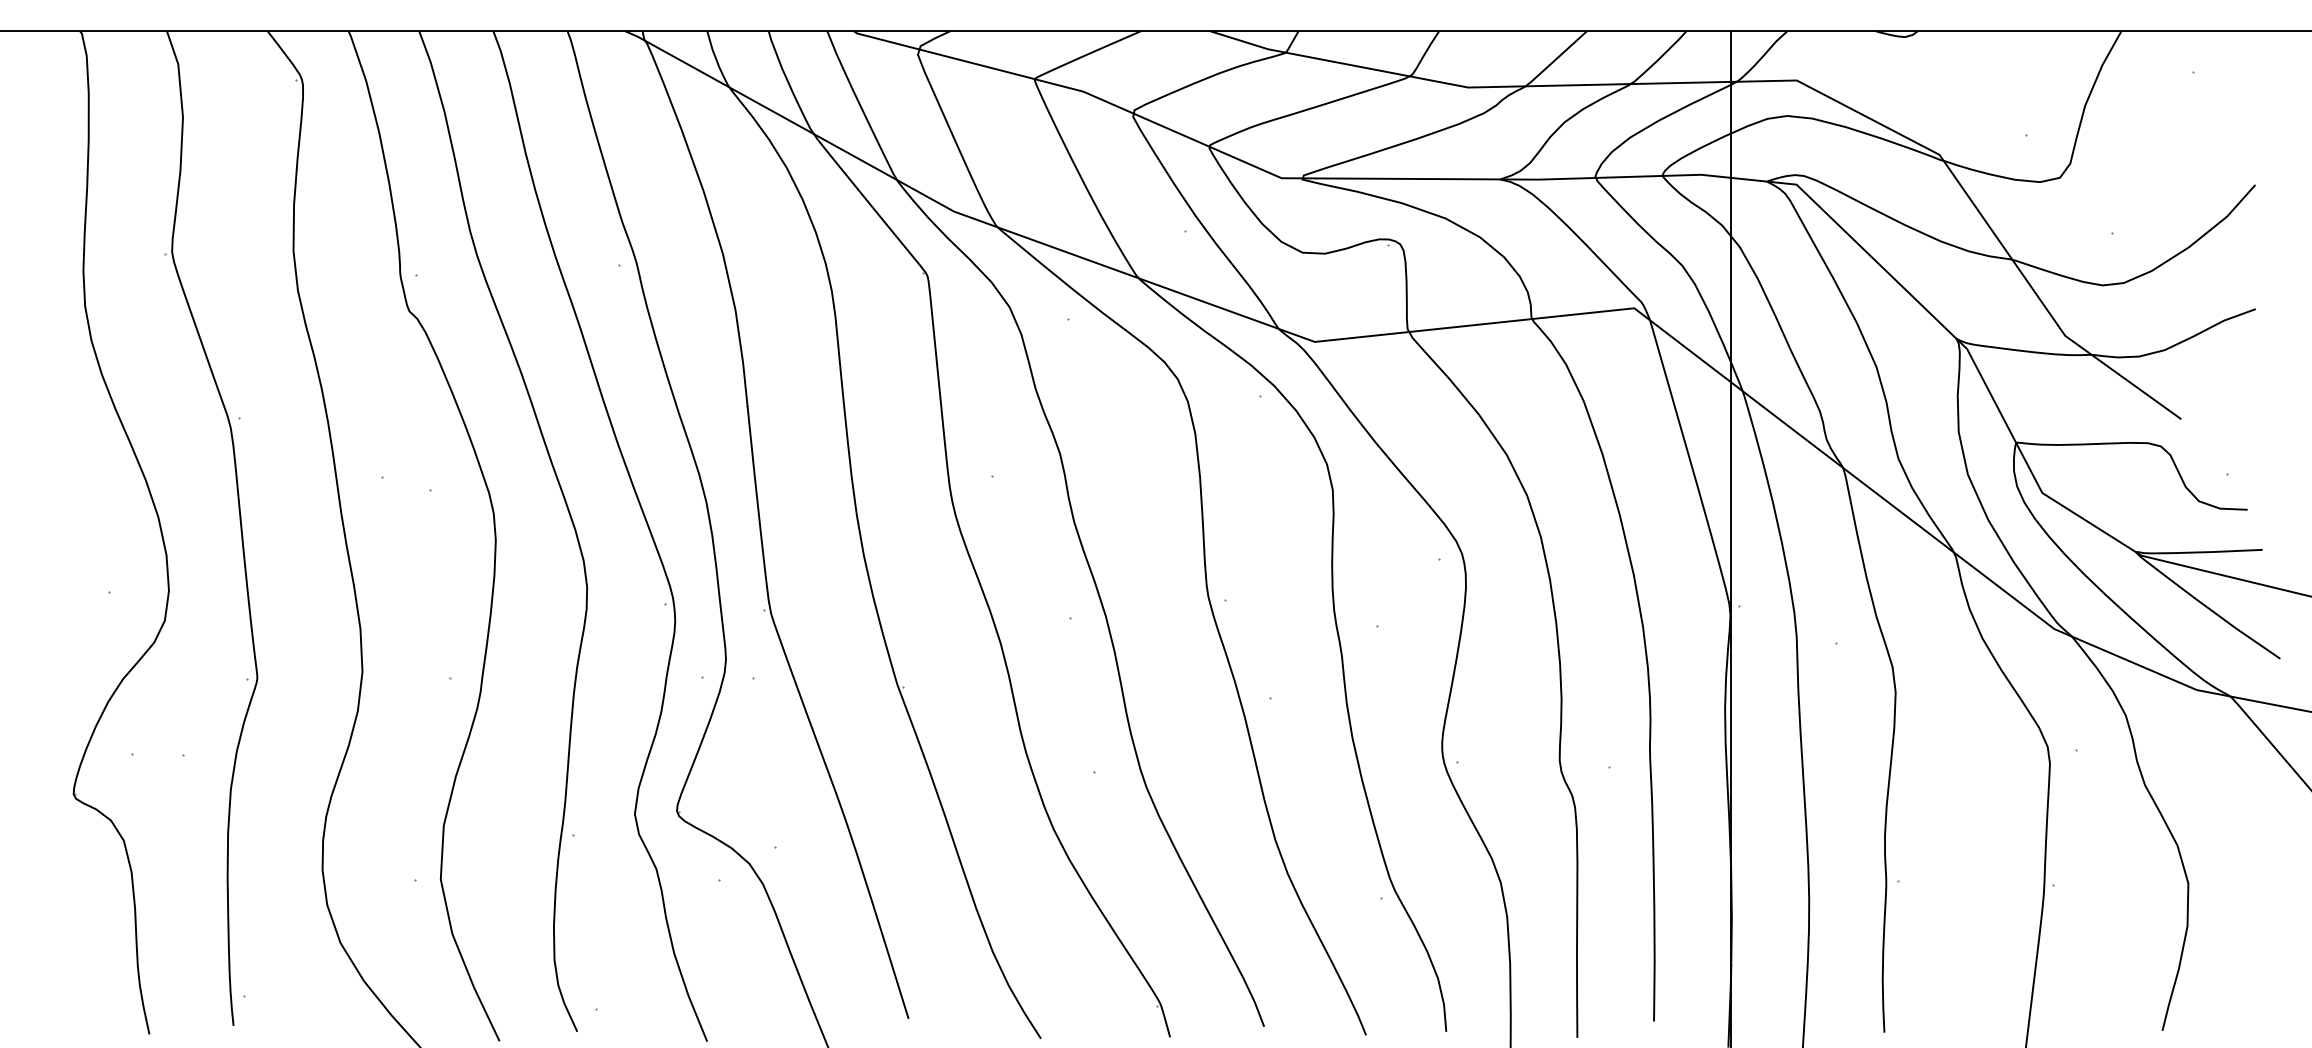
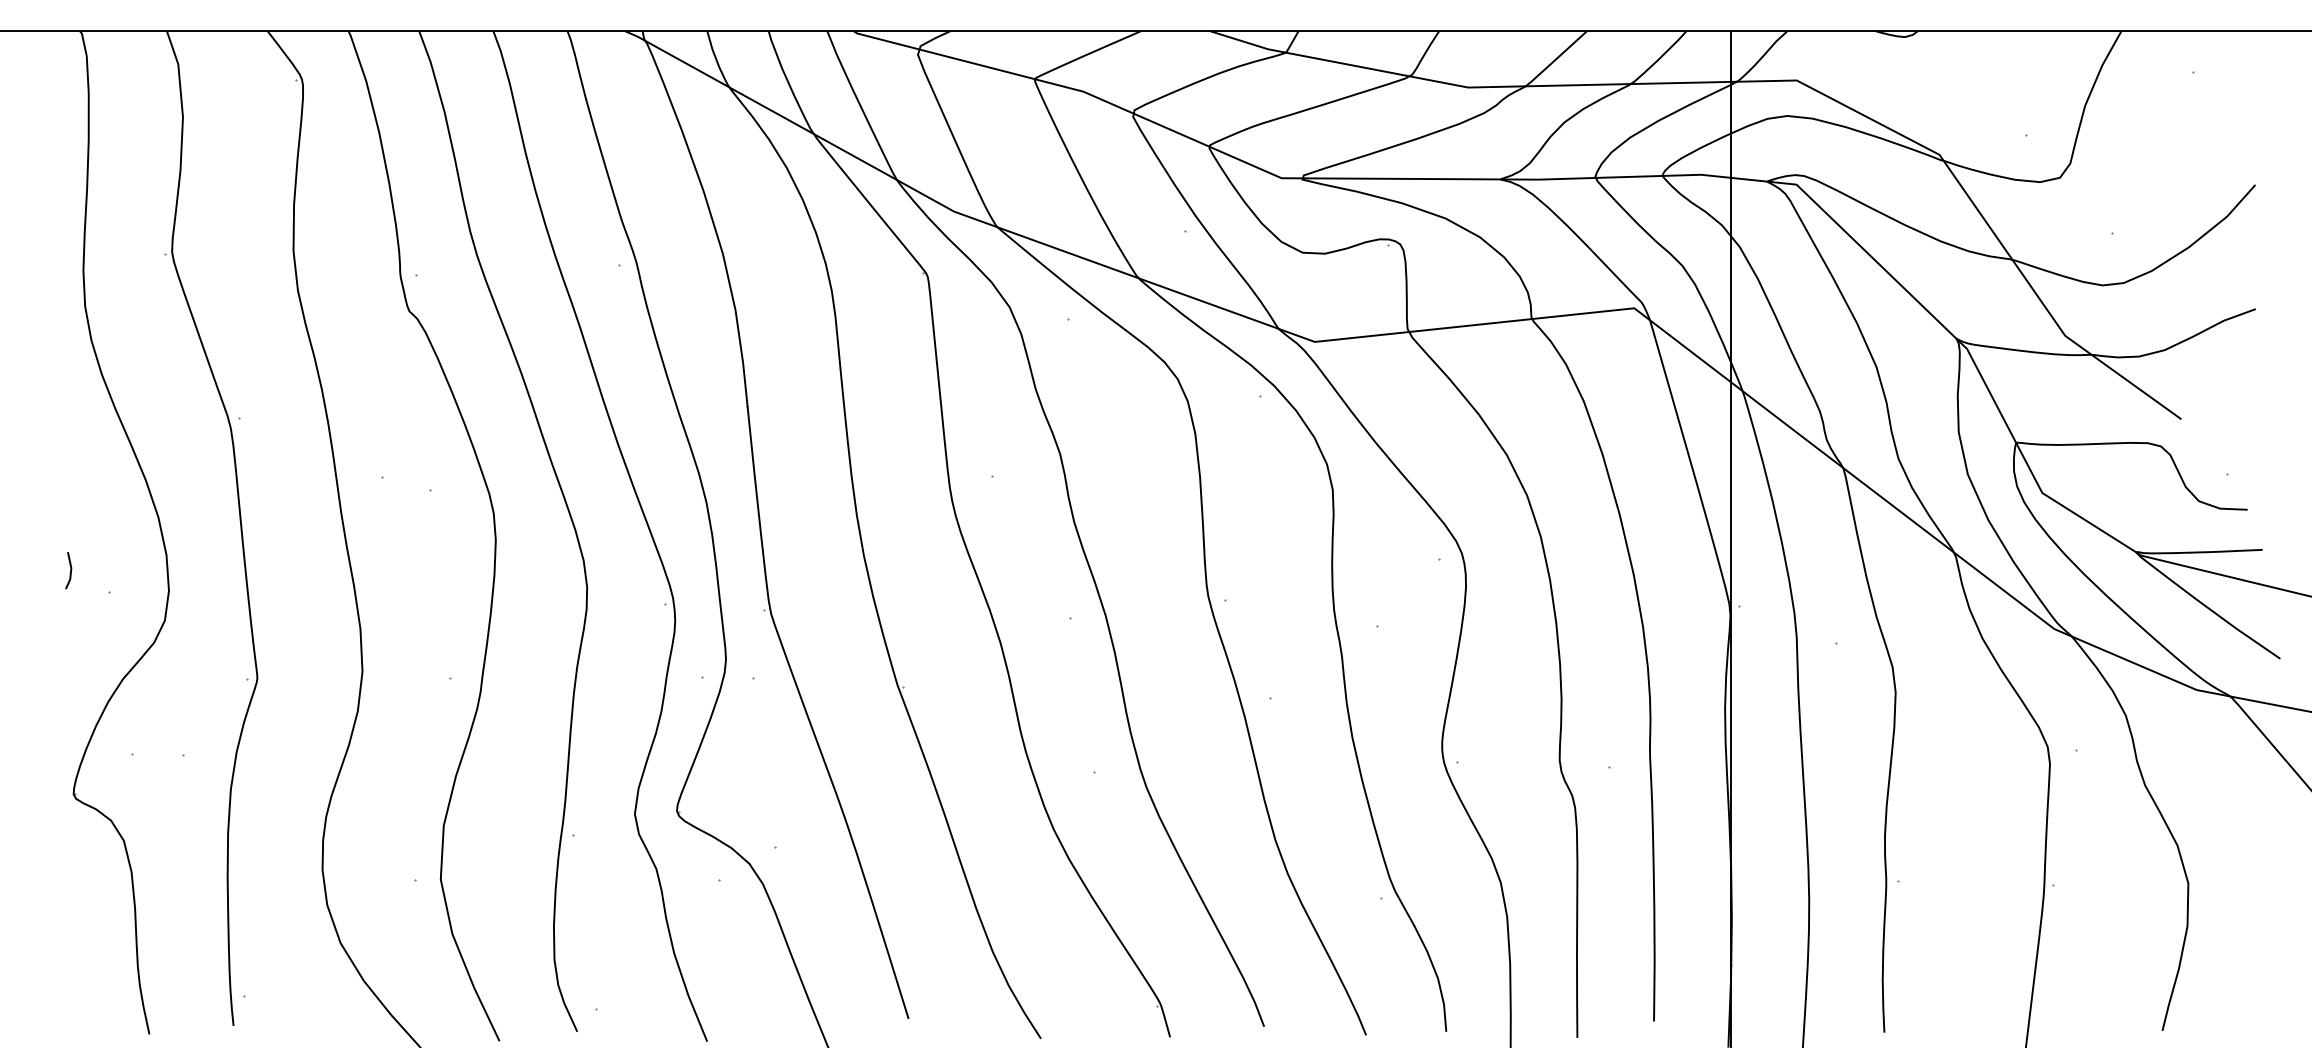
line at (70, 570): none -> present
